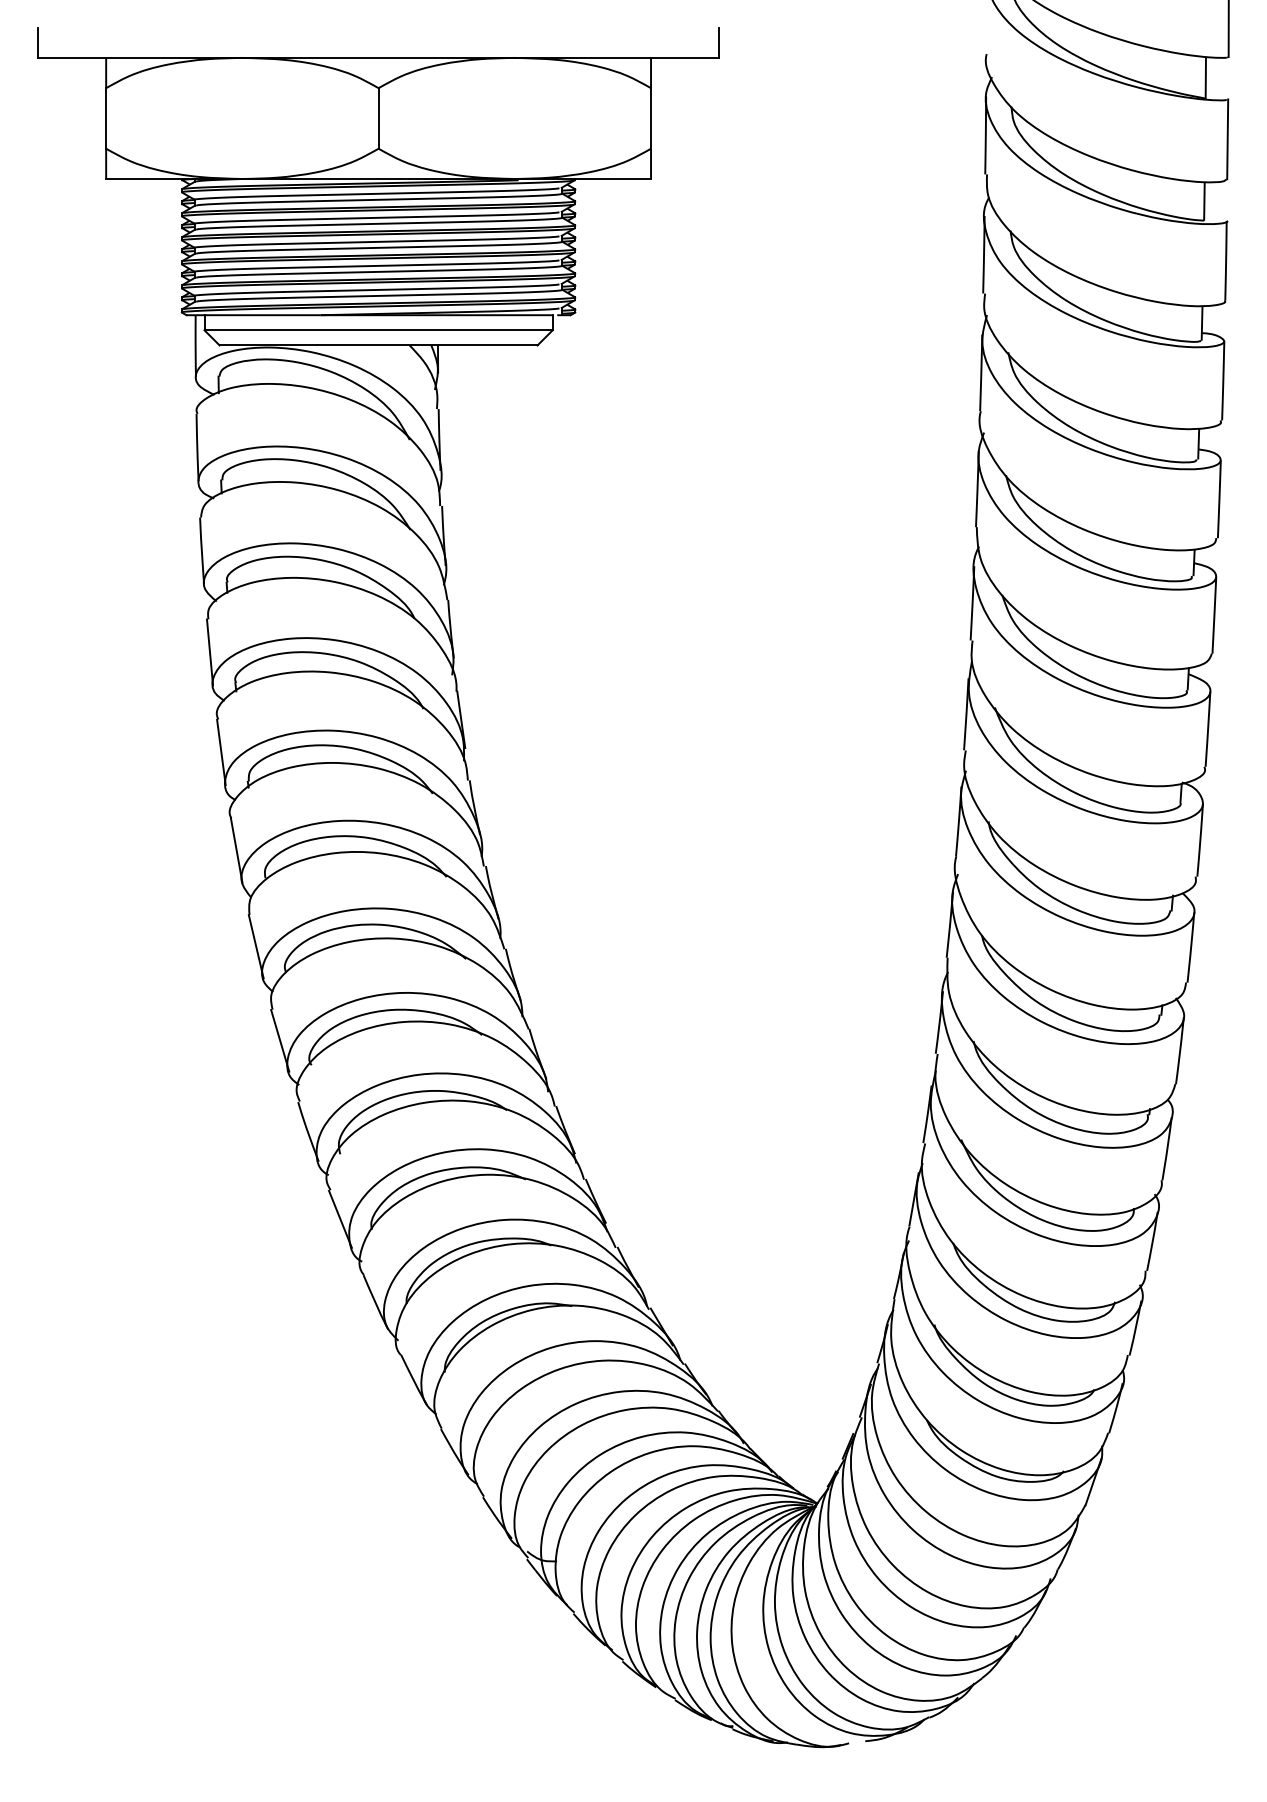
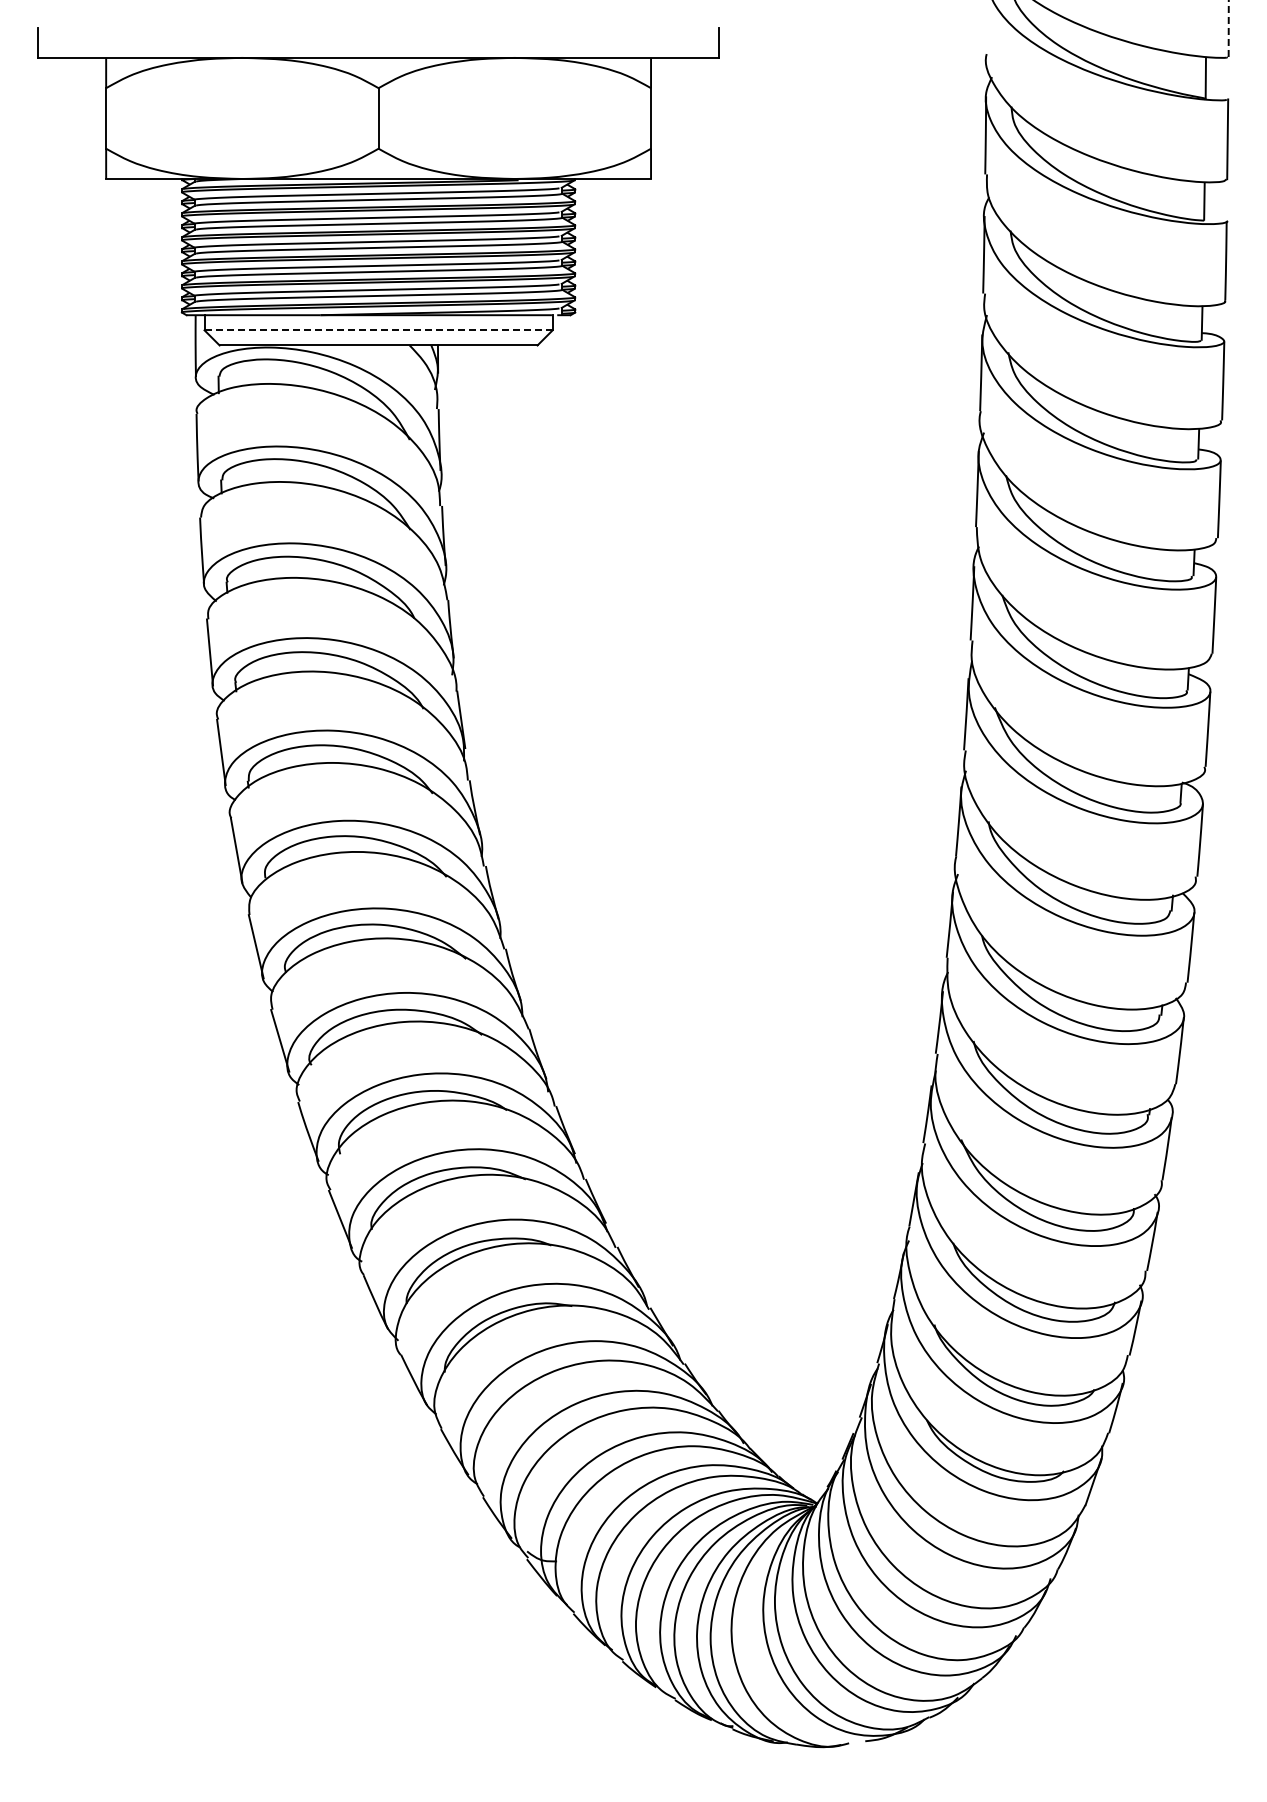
line at (1228, 28): solid -> dashed
line at (379, 330): solid -> dashed
